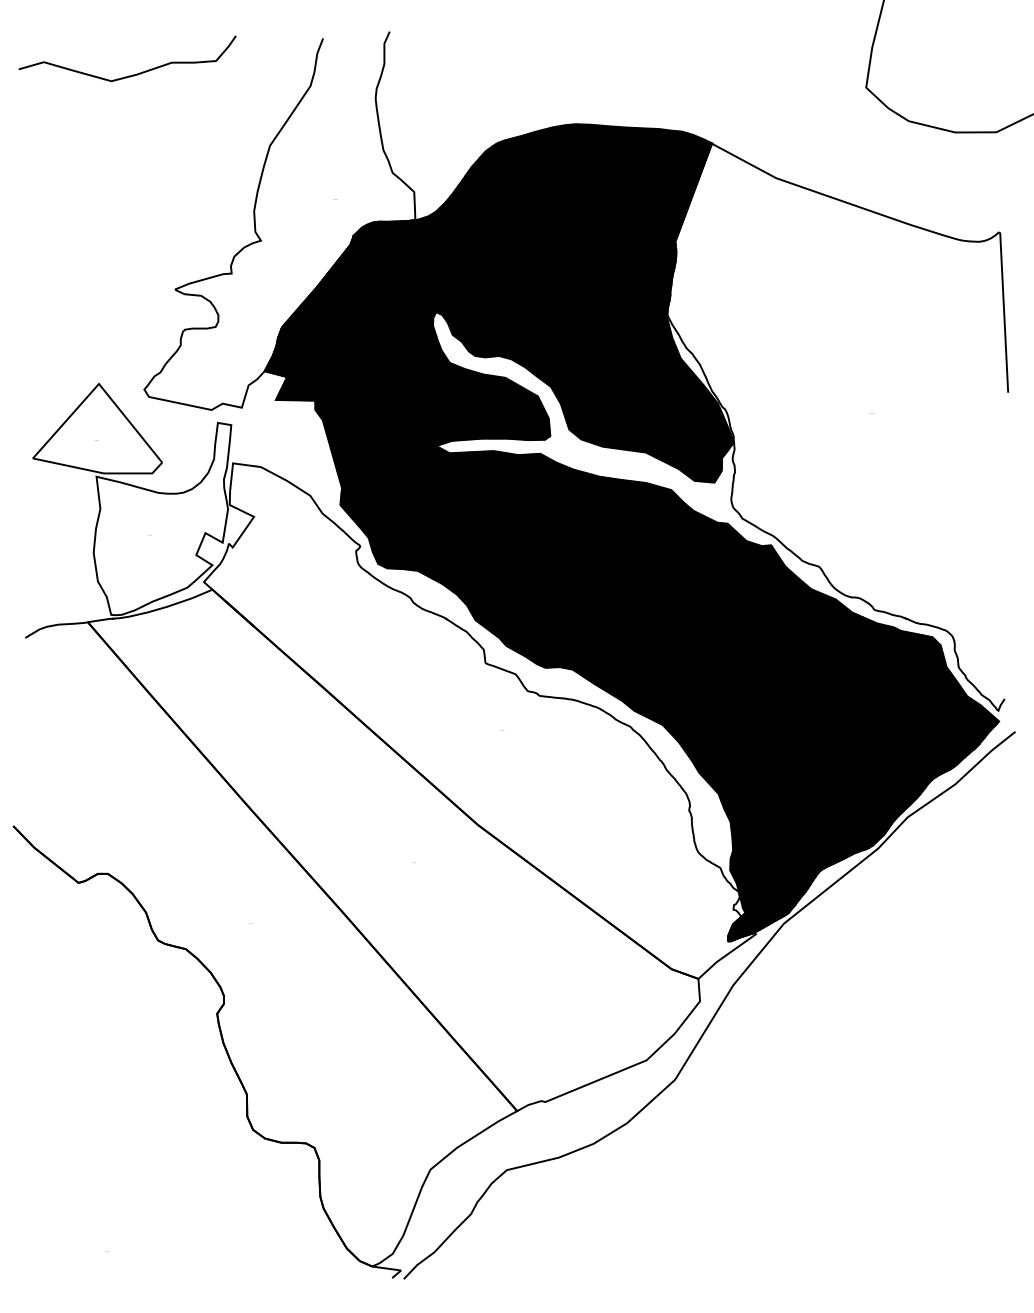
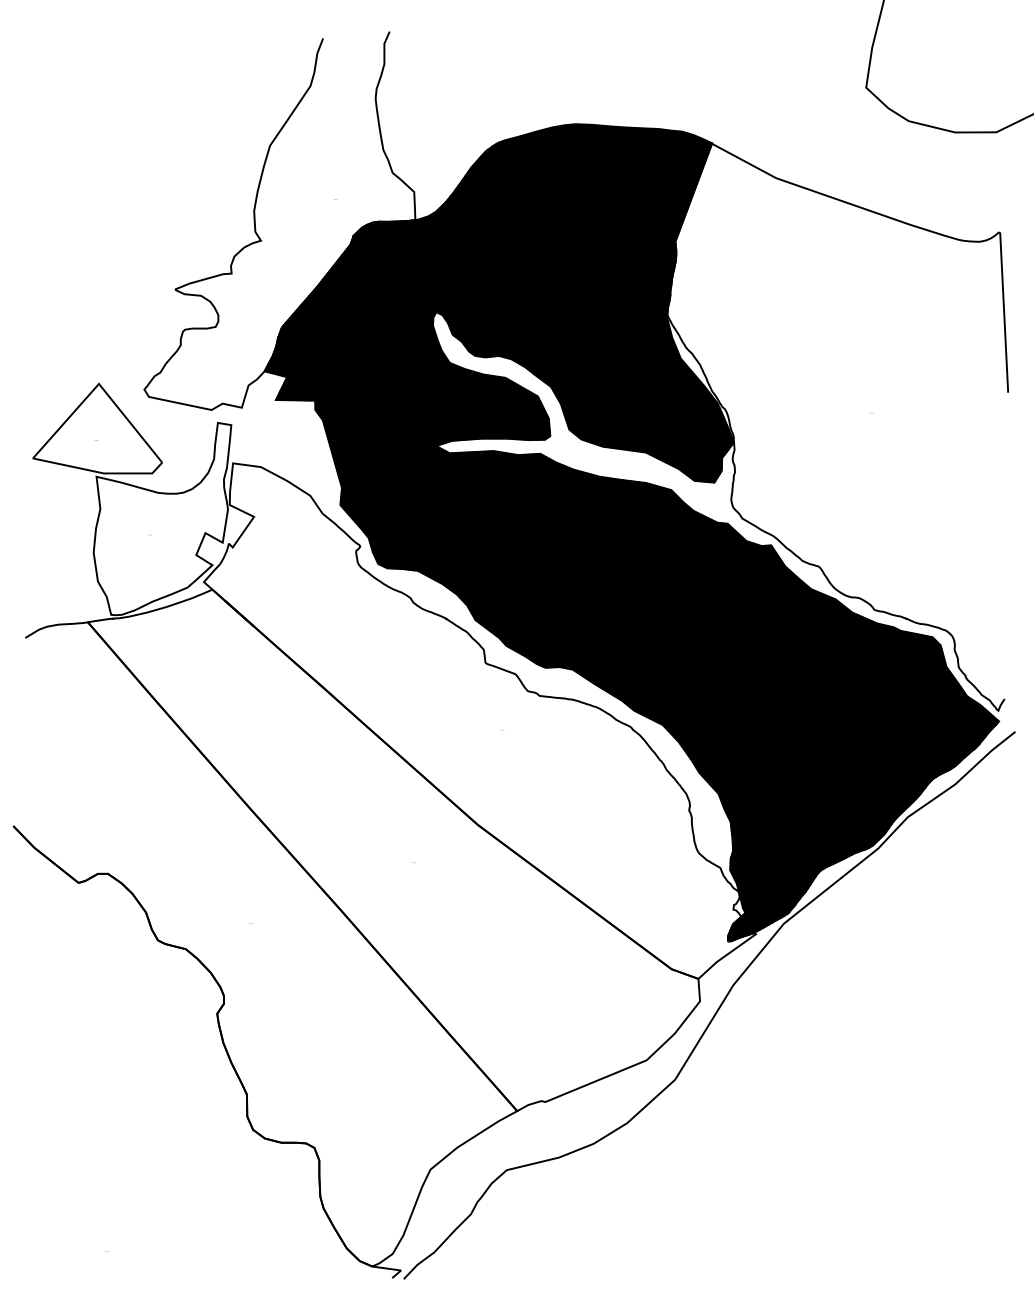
curve at (132, 74): present -> none
